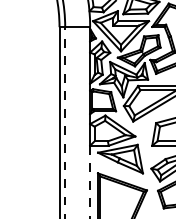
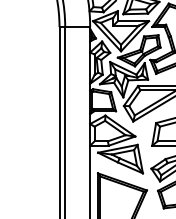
line at (65, 123): dashed -> solid
line at (90, 182): dashed -> solid
